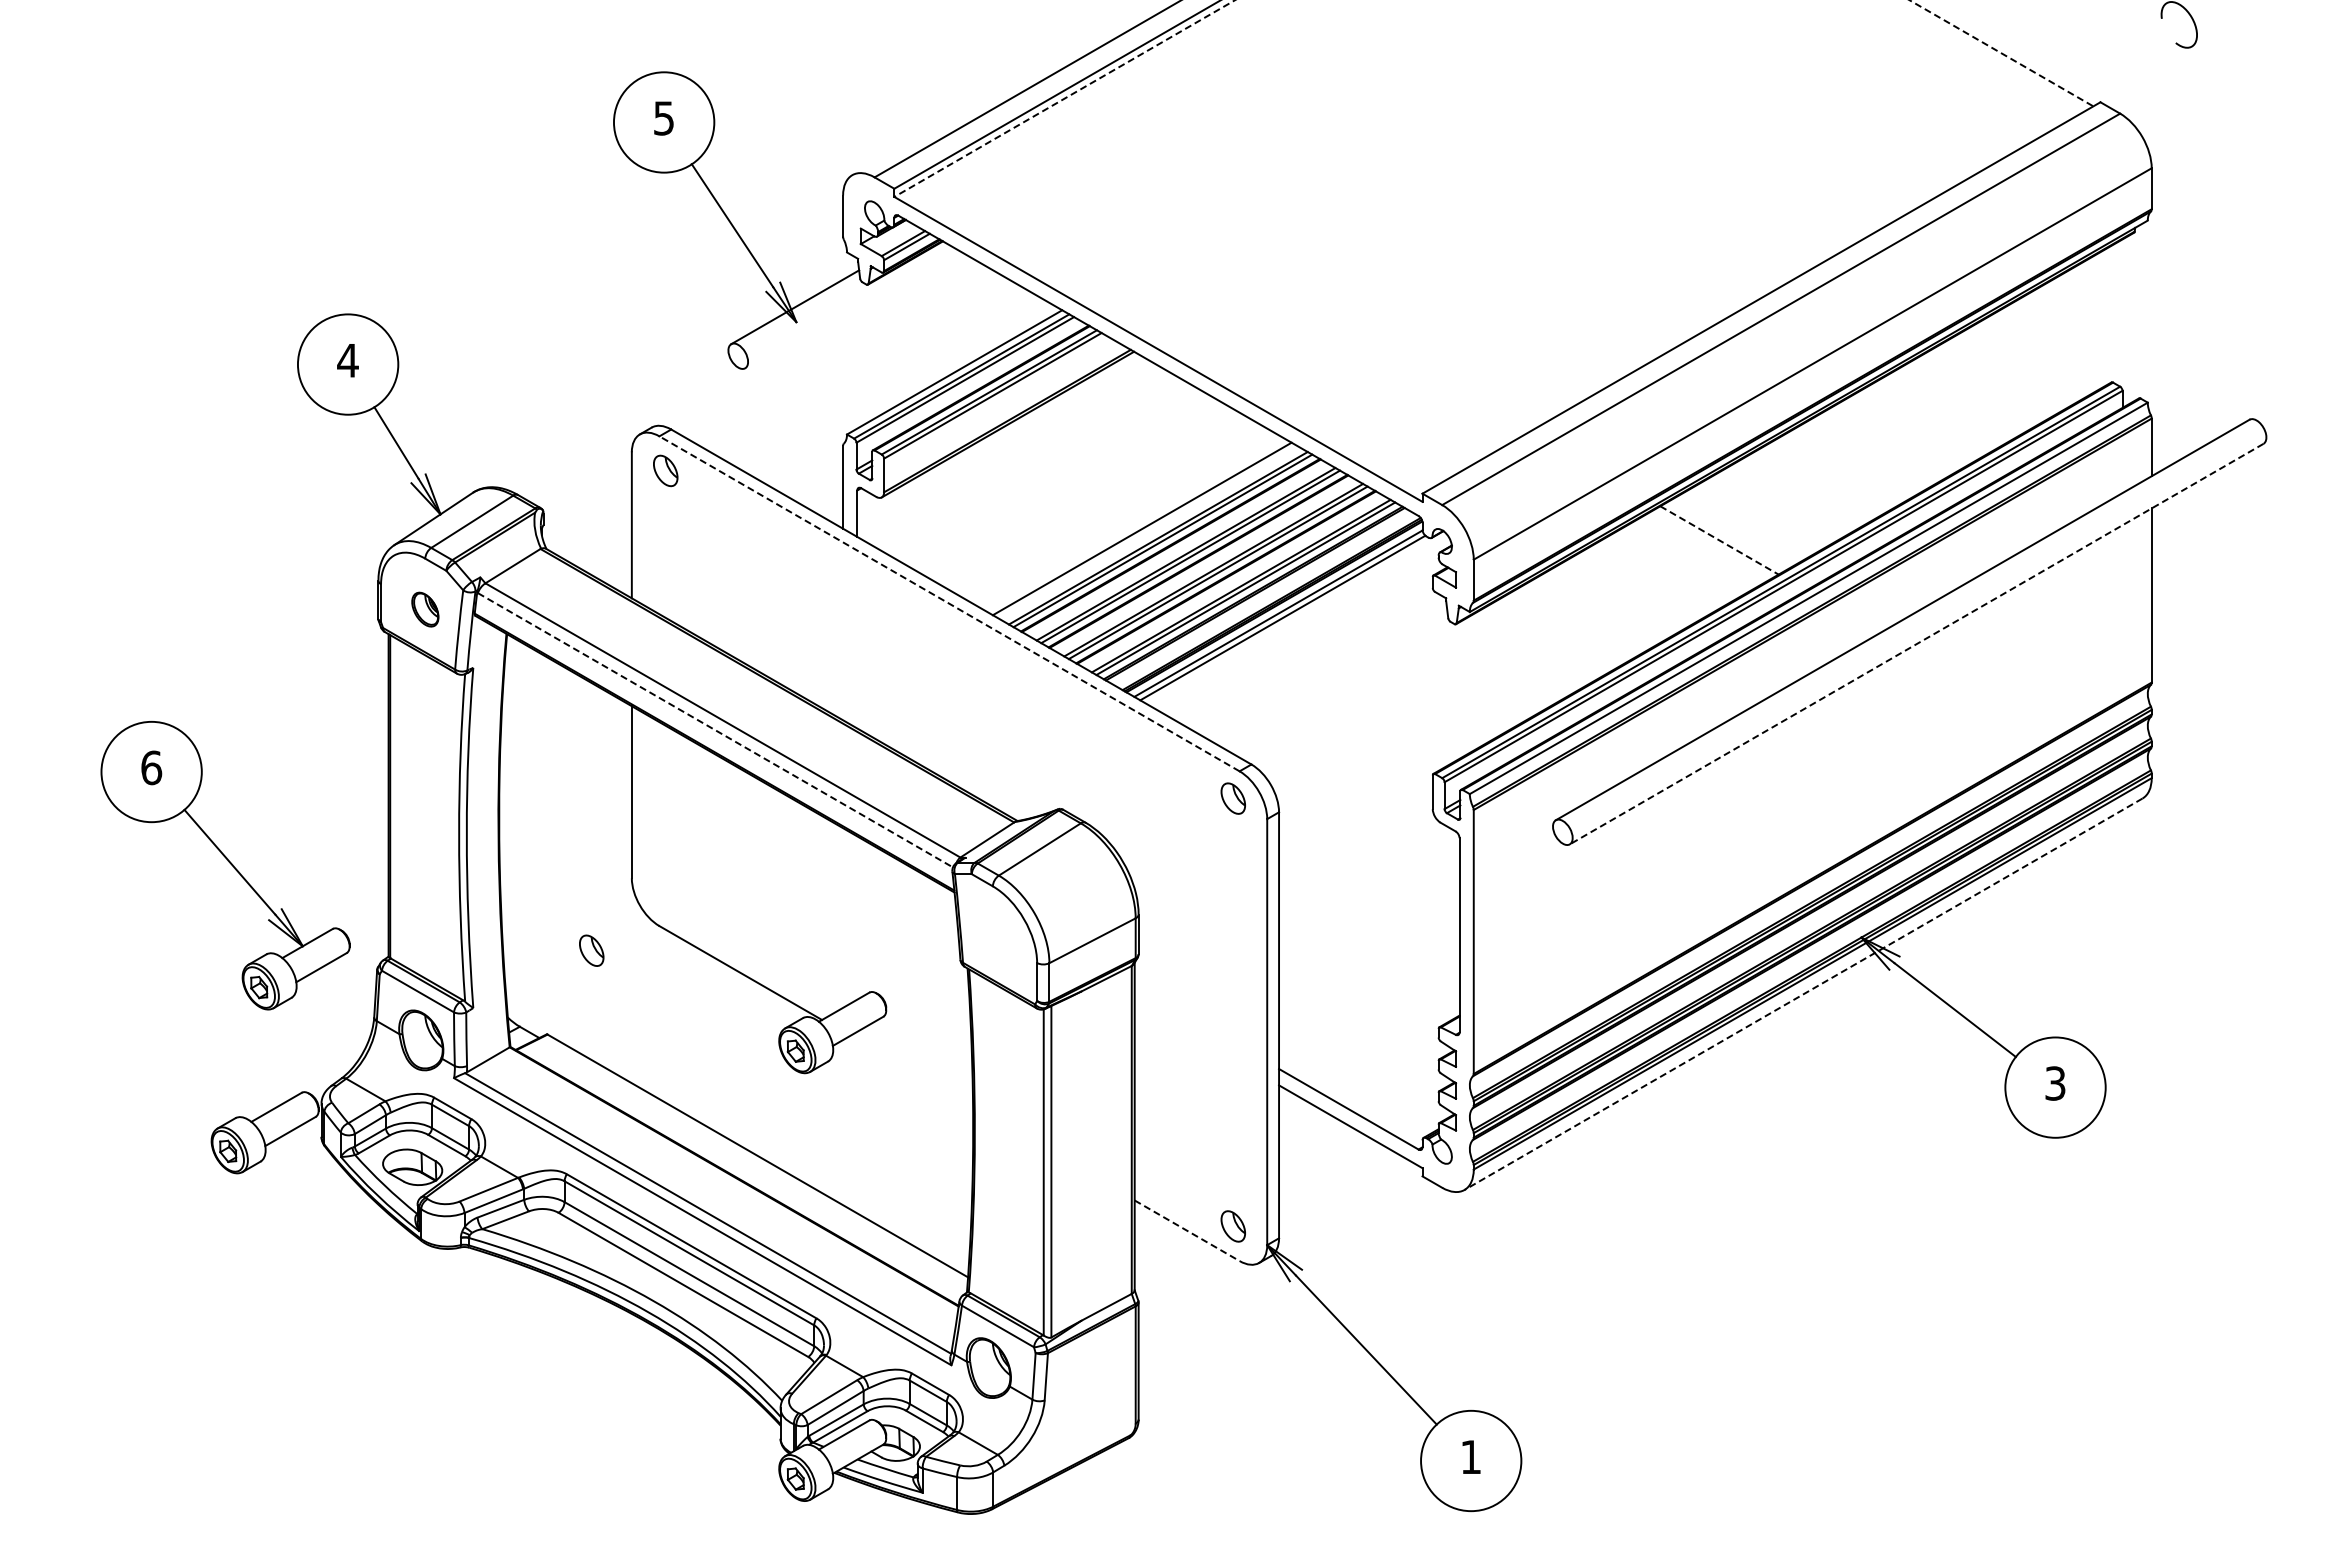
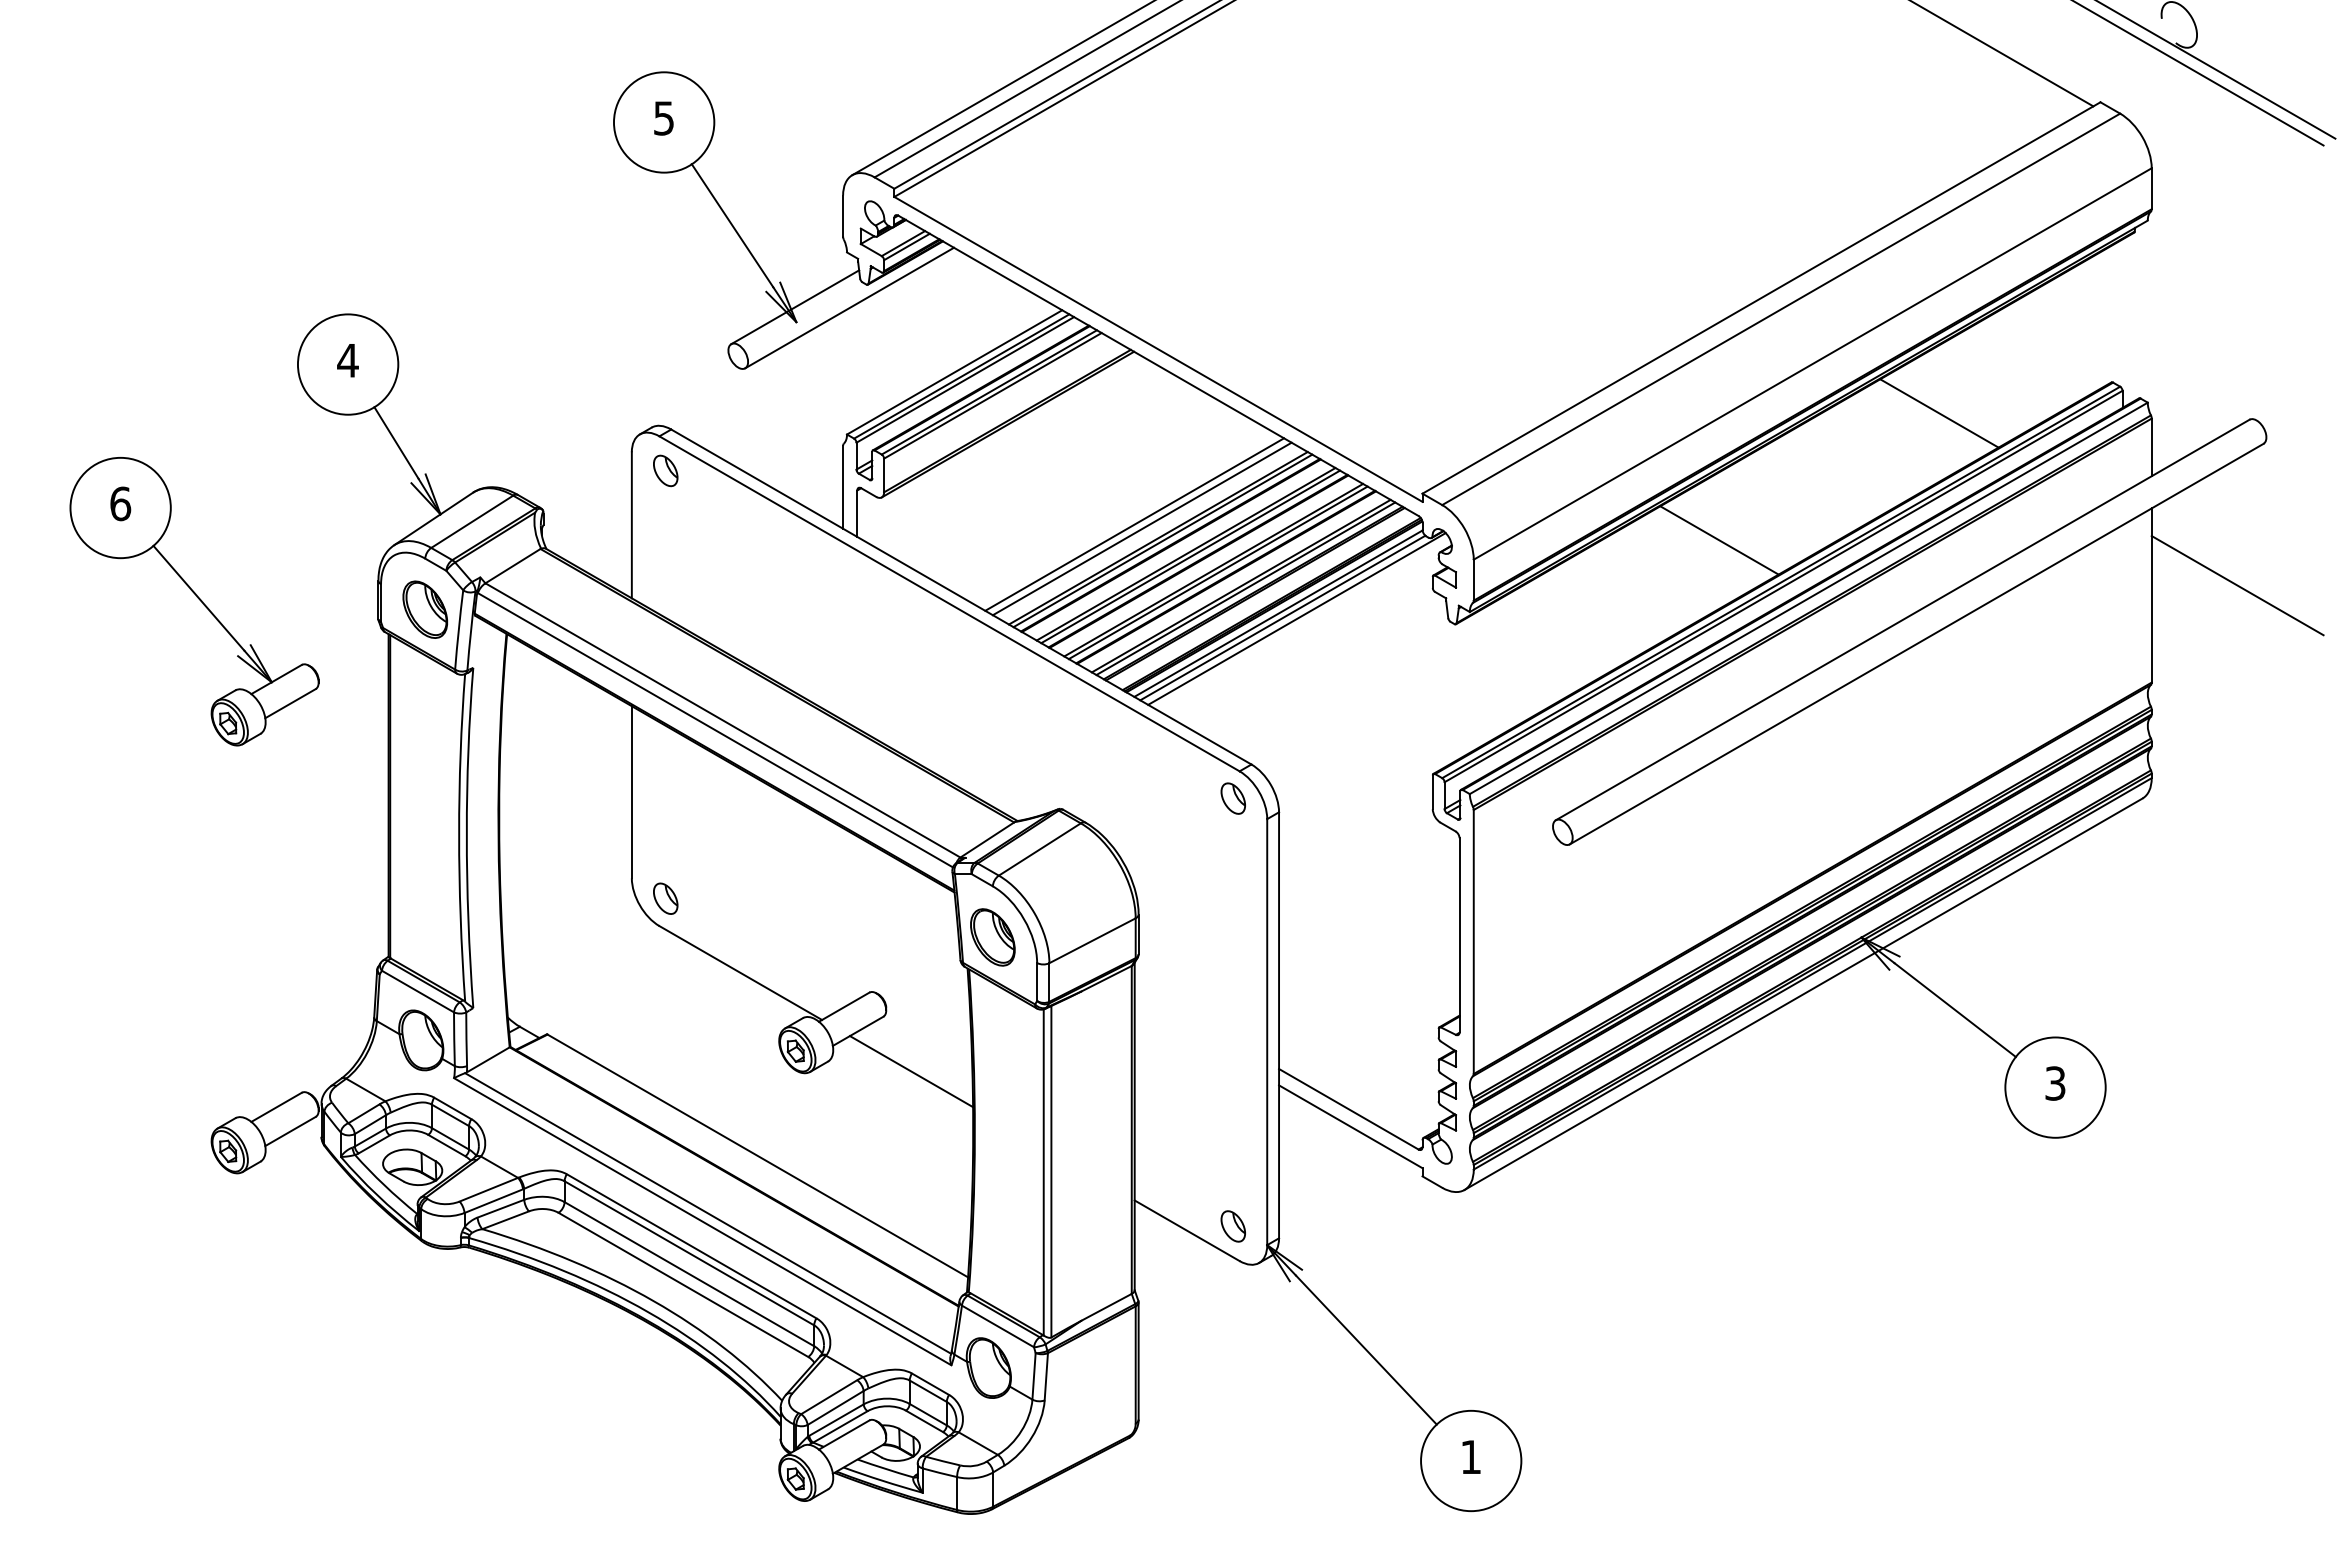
line at (2001, 53): dashed -> solid
line at (2216, 70): none -> present
line at (2199, 73): none -> present
line at (1001, 88): none -> present
line at (1064, 98): dashed -> solid
line at (849, 307): none -> present
line at (1939, 413): none -> present
line at (1134, 524): none -> present
line at (1719, 540): dashed -> solid
line at (2237, 585): none -> present
line at (949, 603): dashed -> solid
part at (425, 609) size: 29x37 px -> 47x59 px
line at (1296, 618): none -> present
line at (1916, 644): dashed -> solid
line at (715, 730): dashed -> solid
part at (225, 865) position: (225, 865) -> (194, 601)
part at (992, 937): none -> present
part at (591, 950) position: (591, 950) -> (665, 898)
line at (1803, 994): dashed -> solid
line at (911, 1071): none -> present
line at (1187, 1230): dashed -> solid
